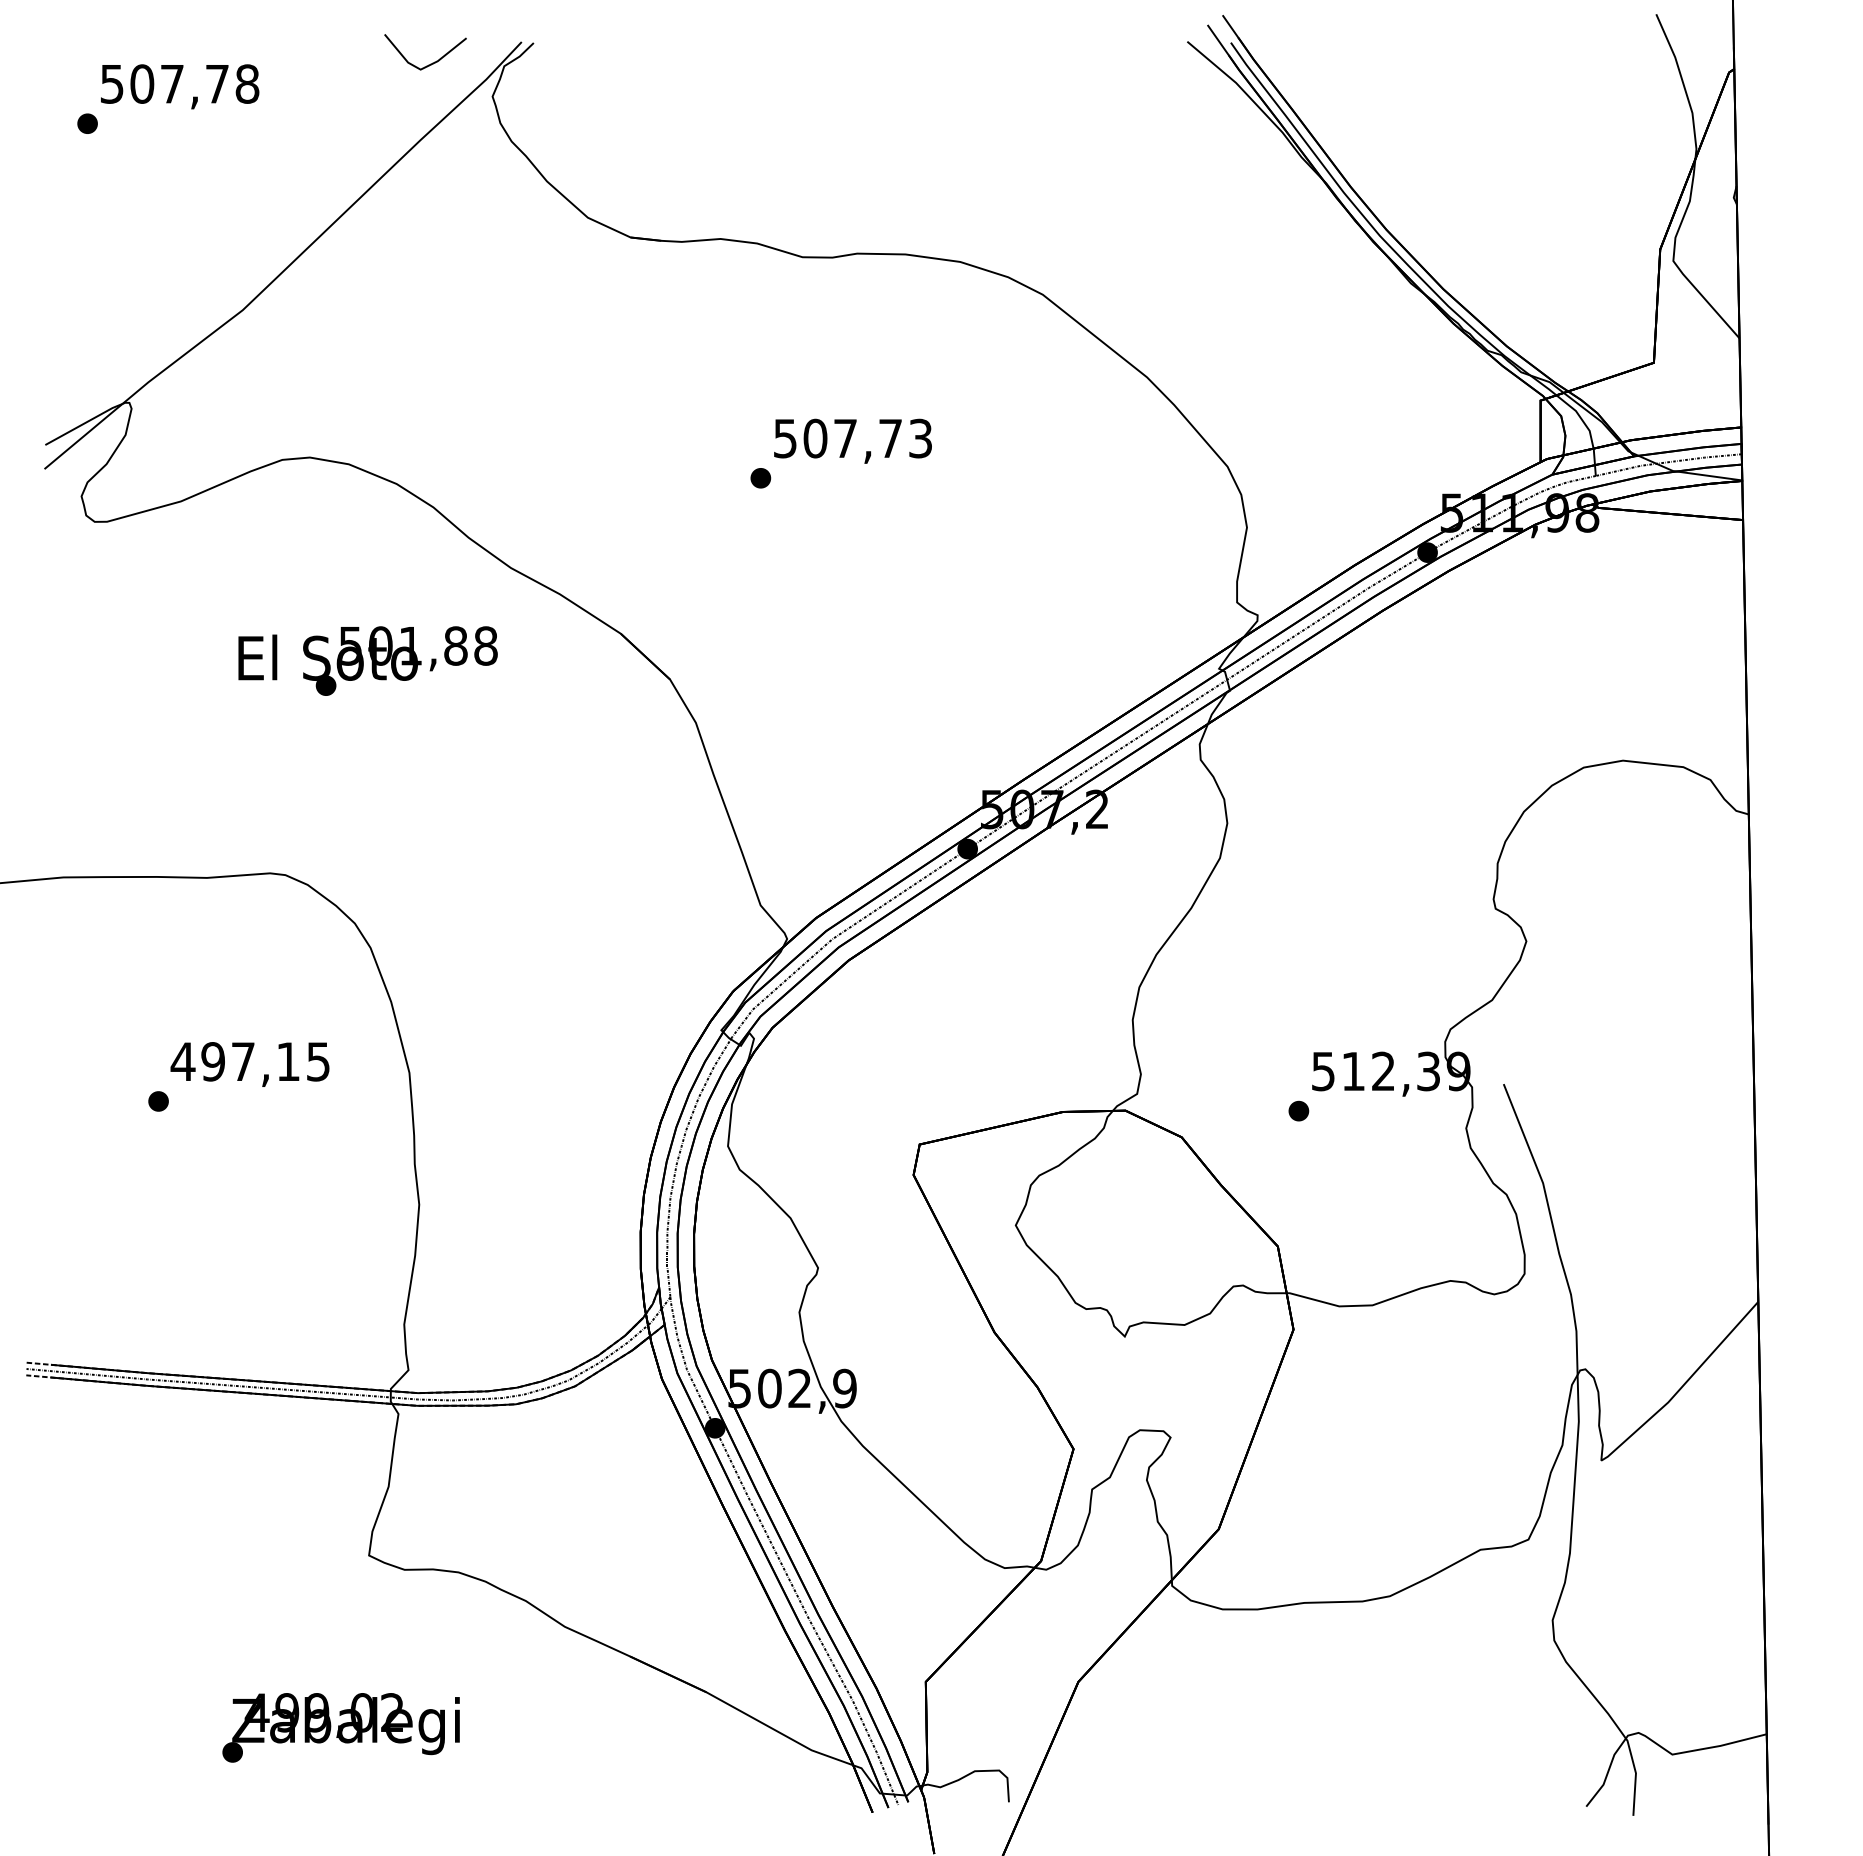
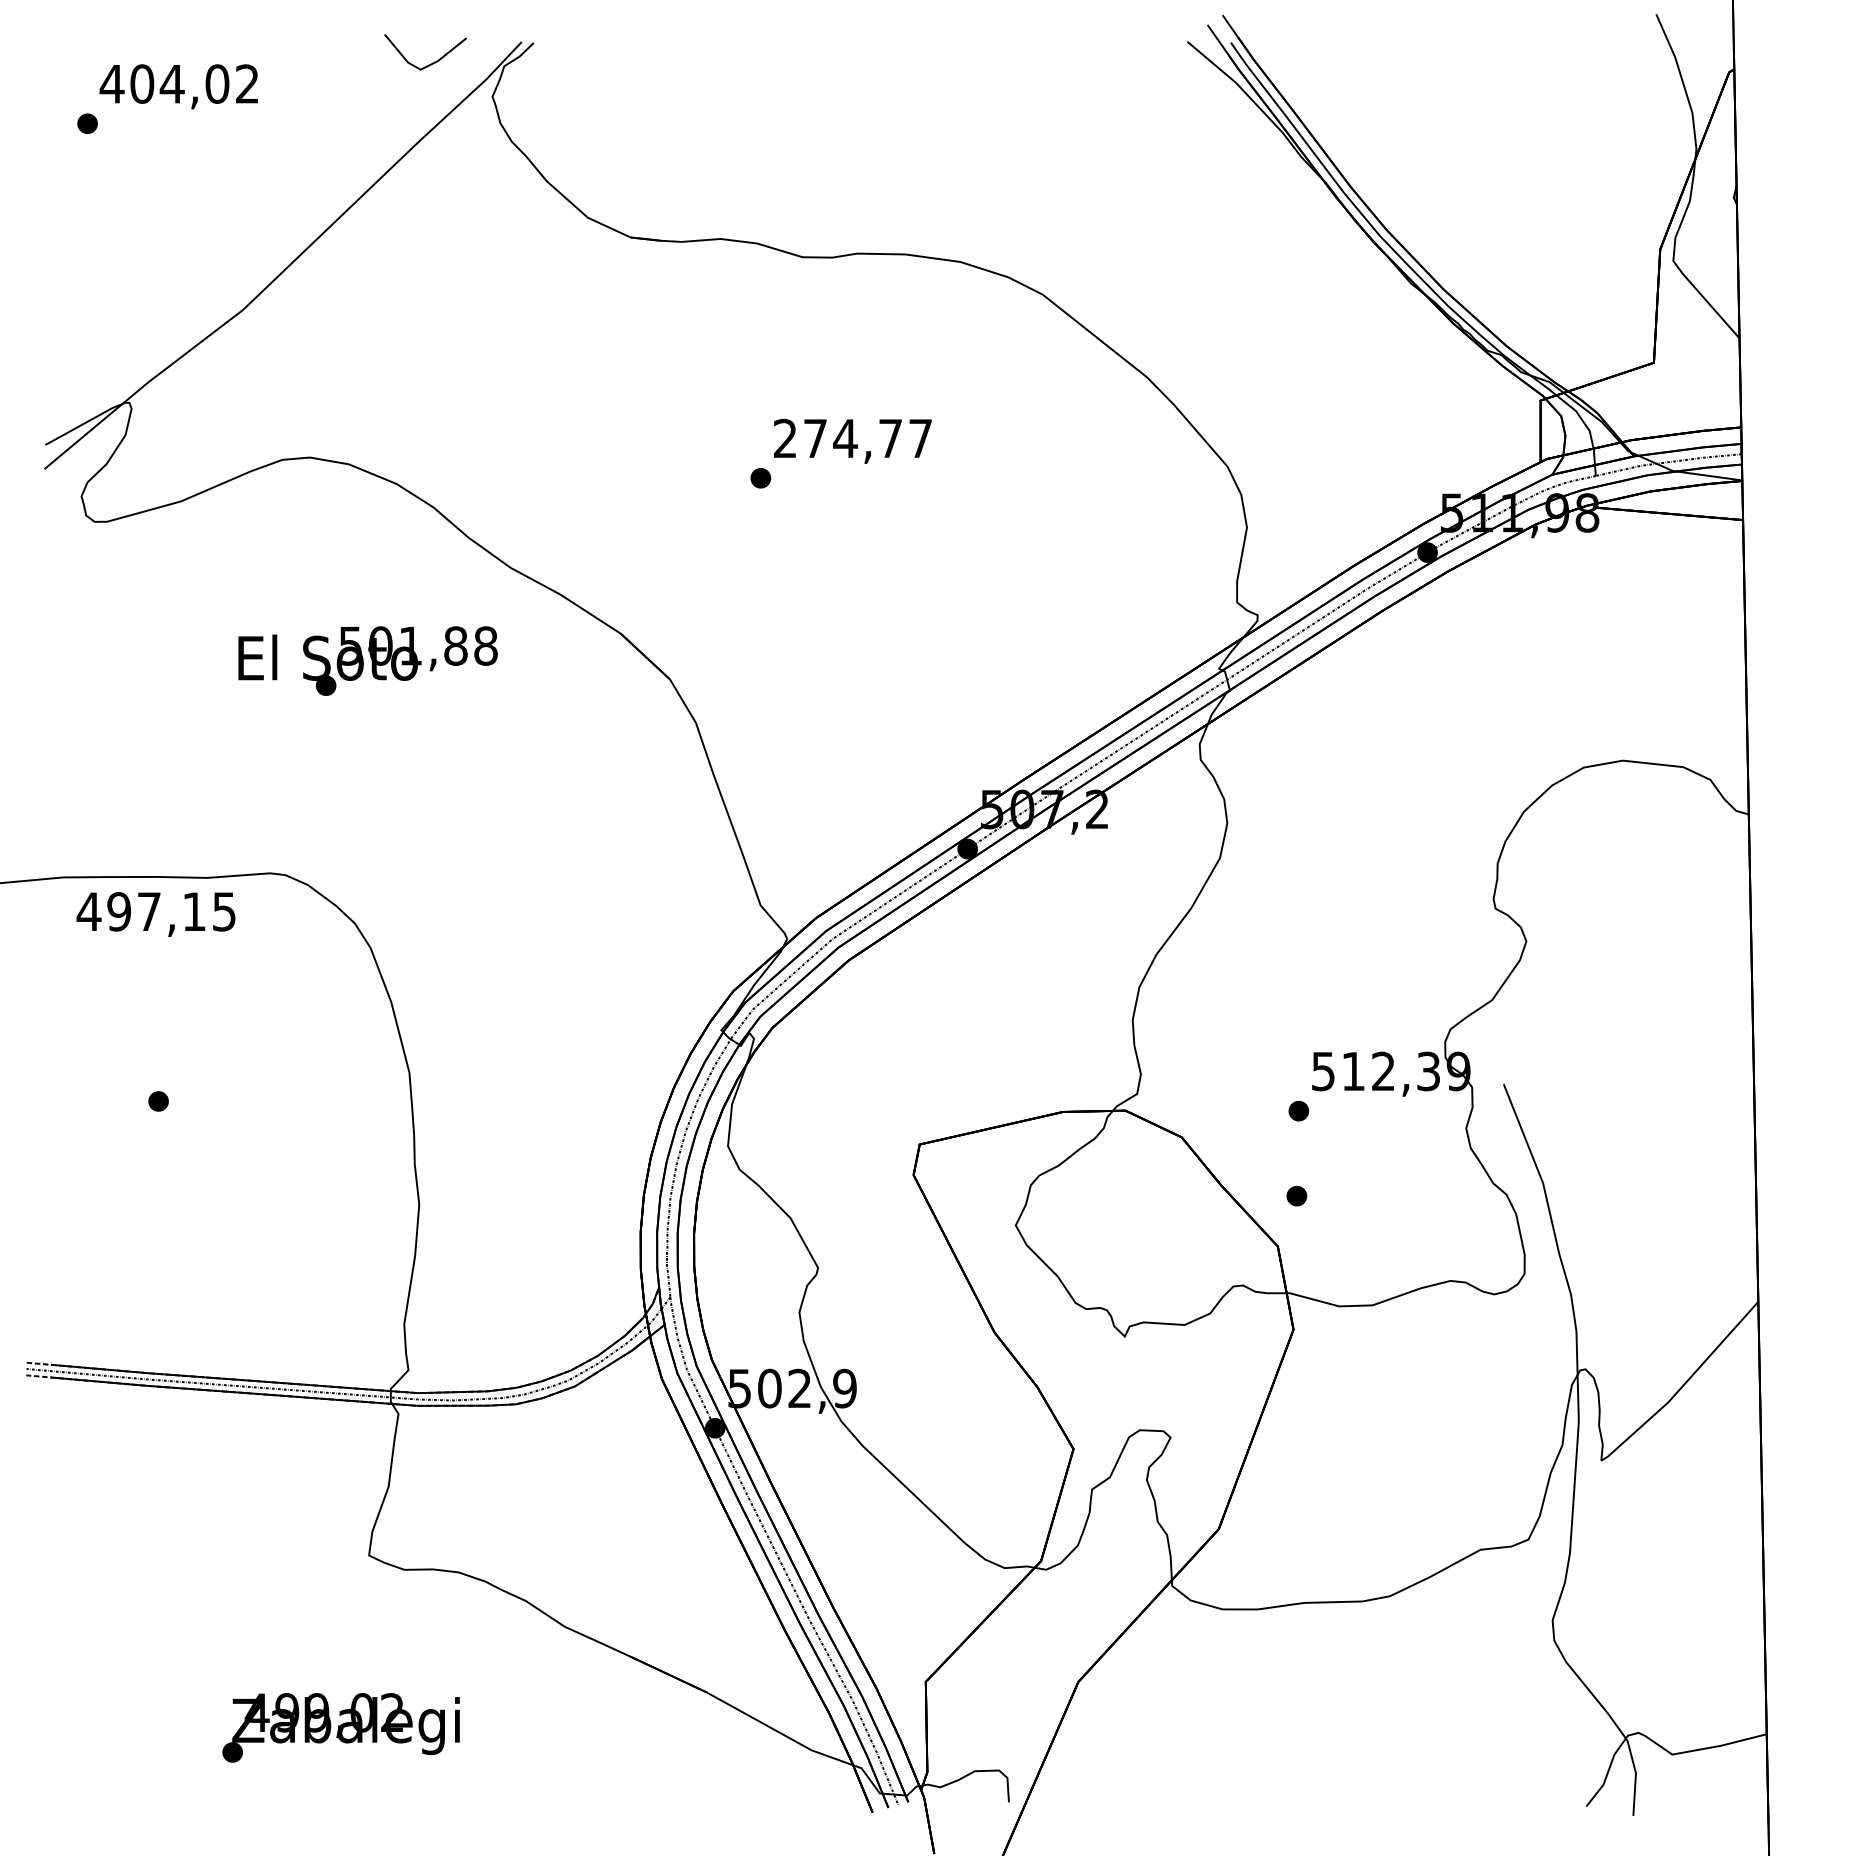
text at (179, 83): 507,78 -> 404,02
text at (852, 438): 507,73 -> 274,77
text at (249, 1064) position: (249, 1064) -> (155, 914)
part at (1296, 1195): none -> present
